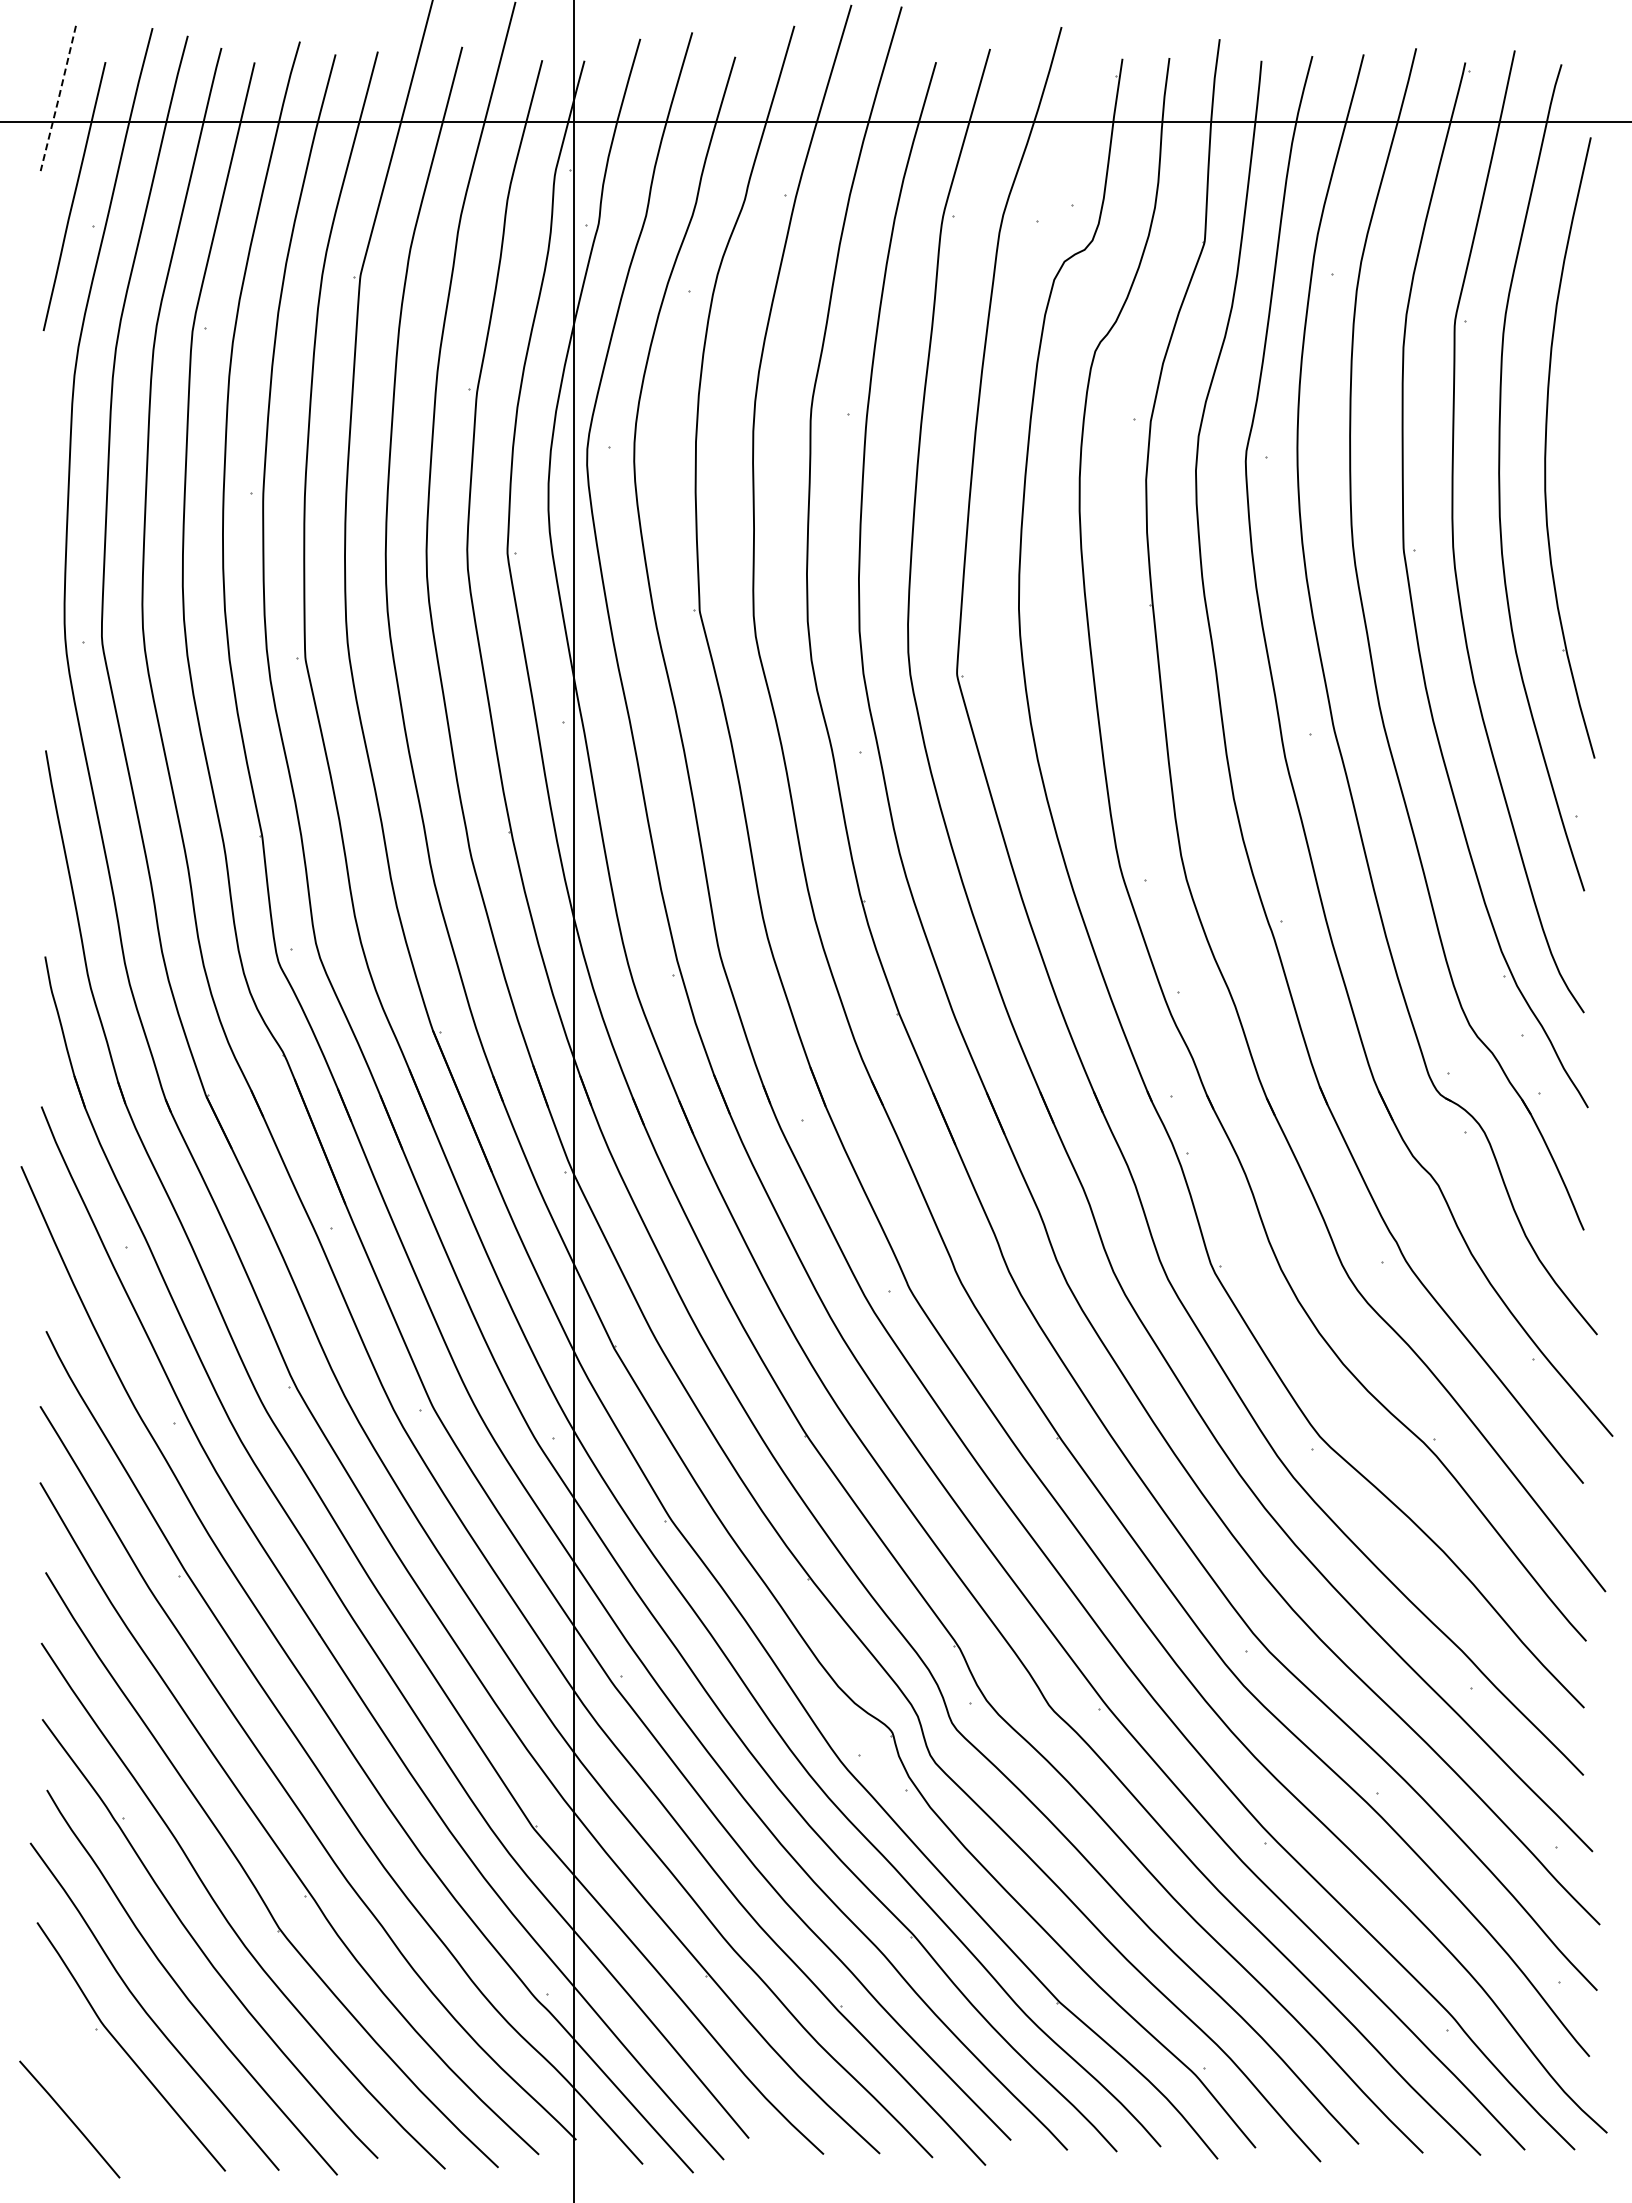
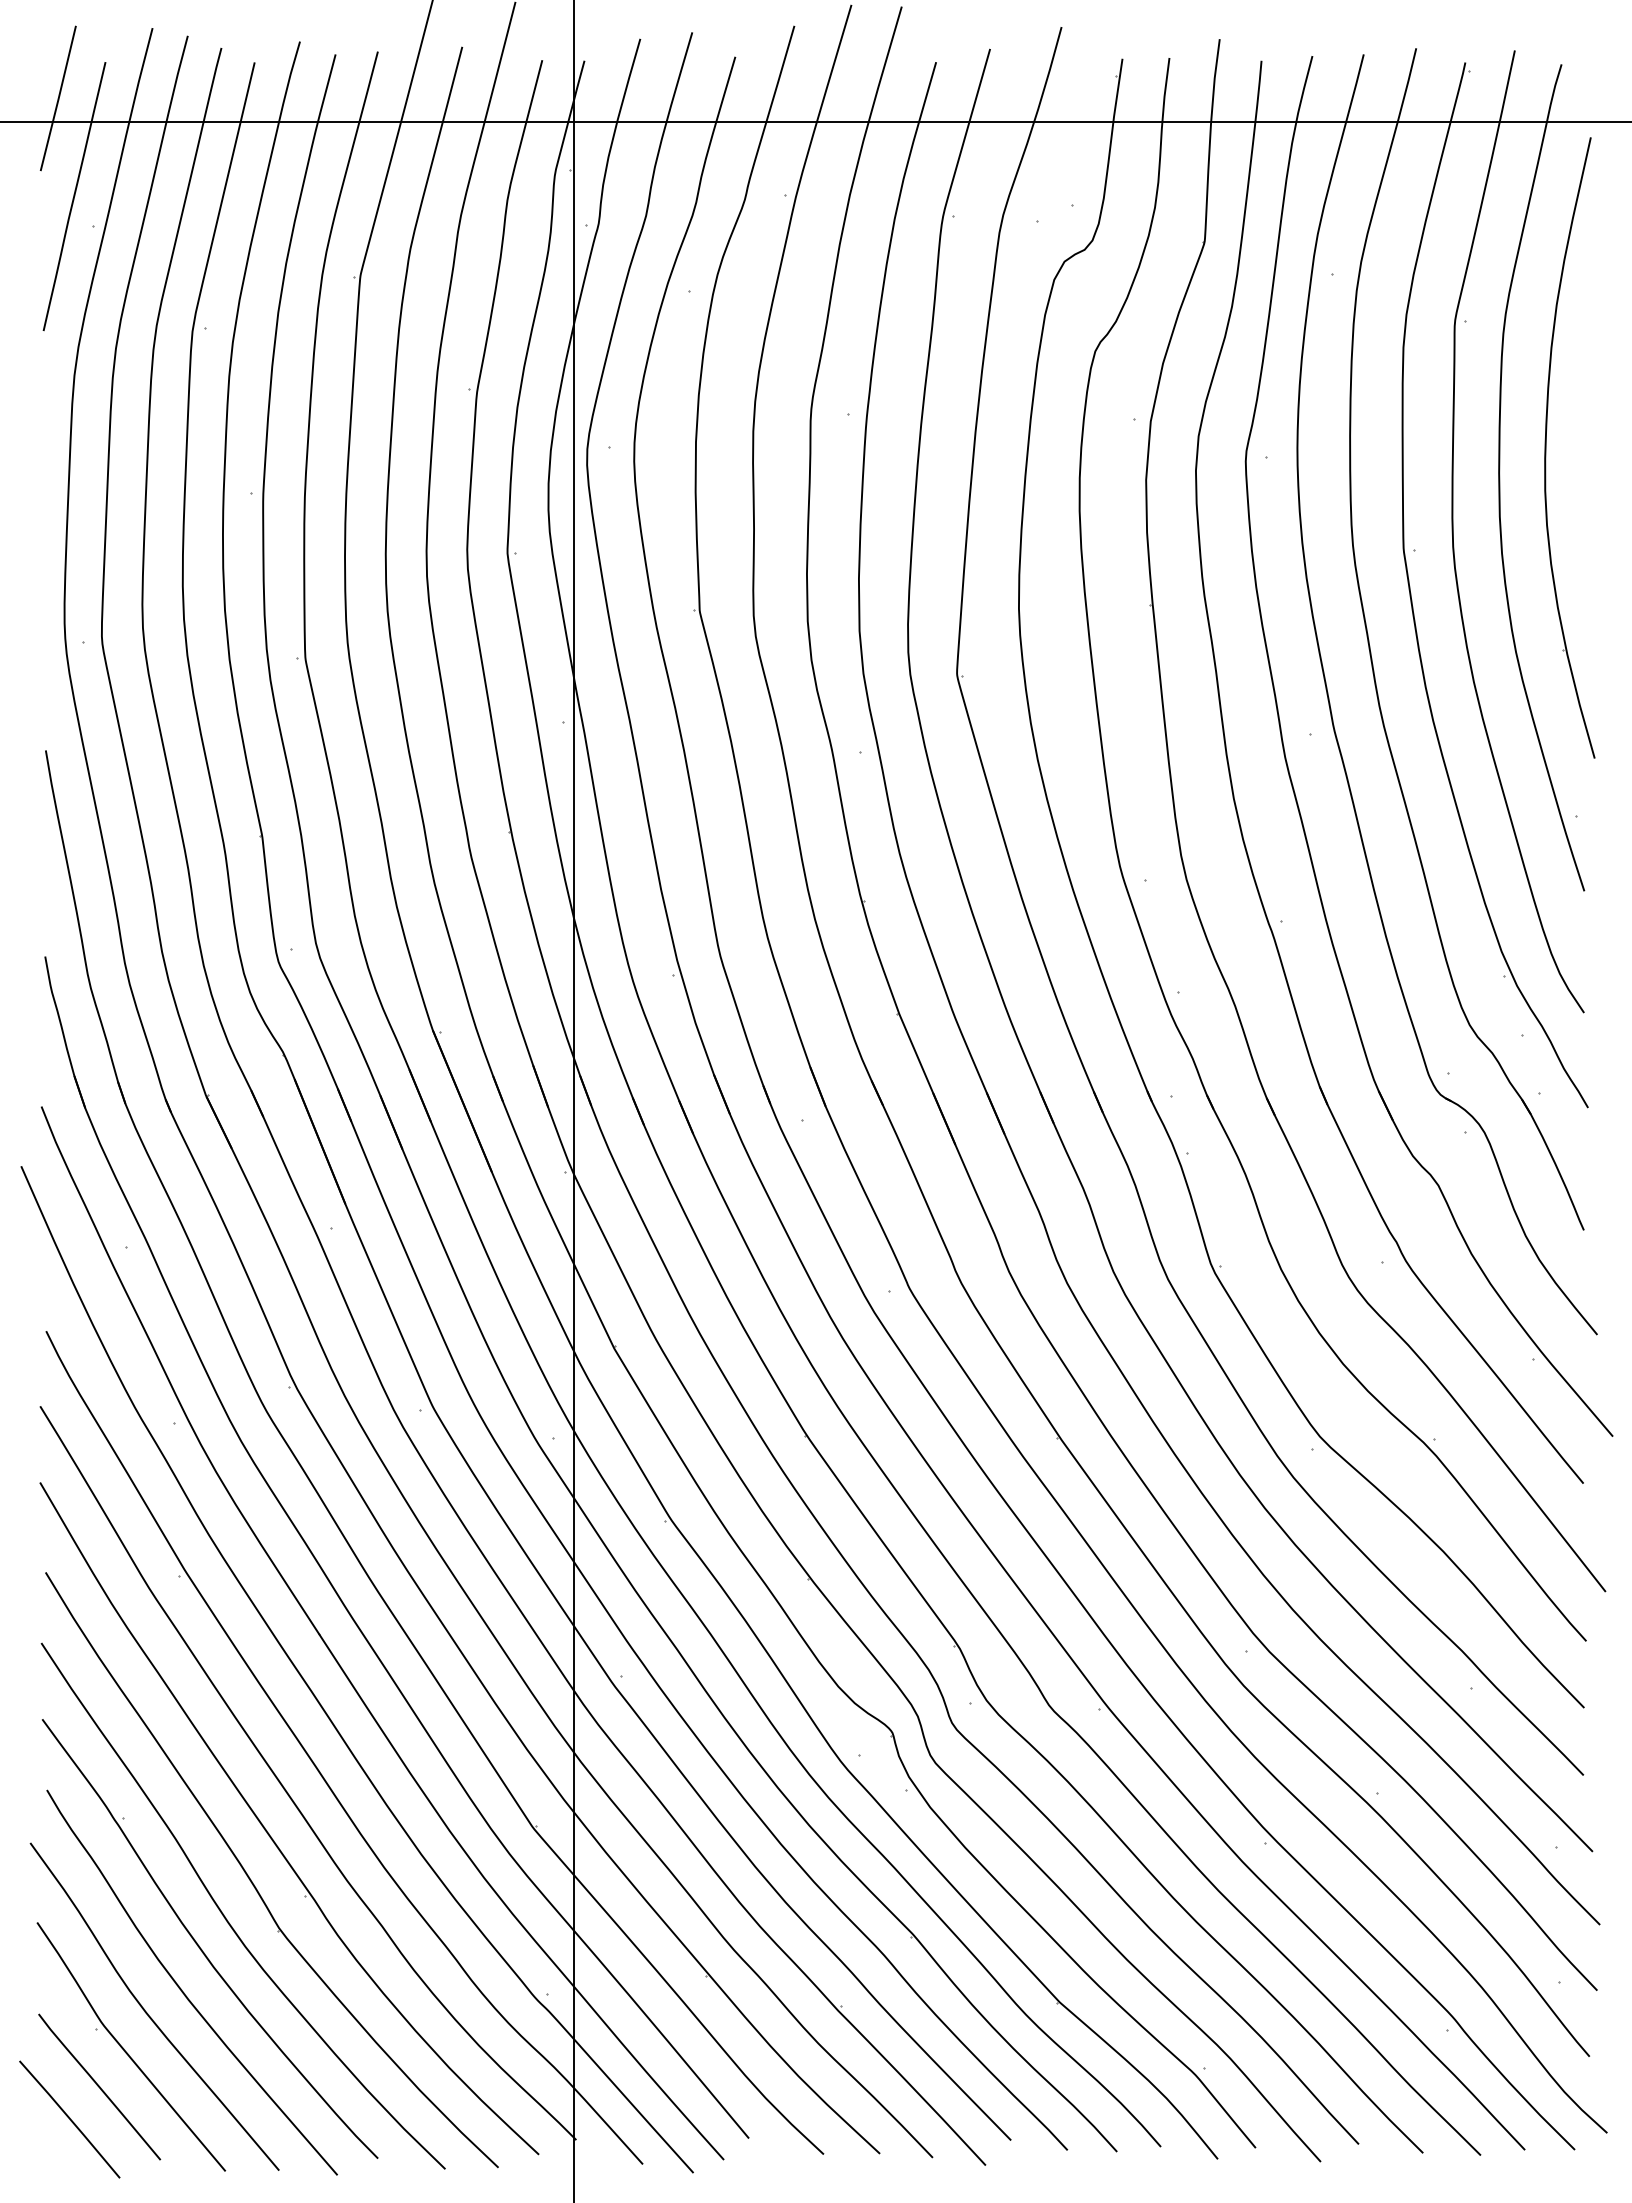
line at (58, 98): dashed -> solid
line at (99, 2086): none -> present
